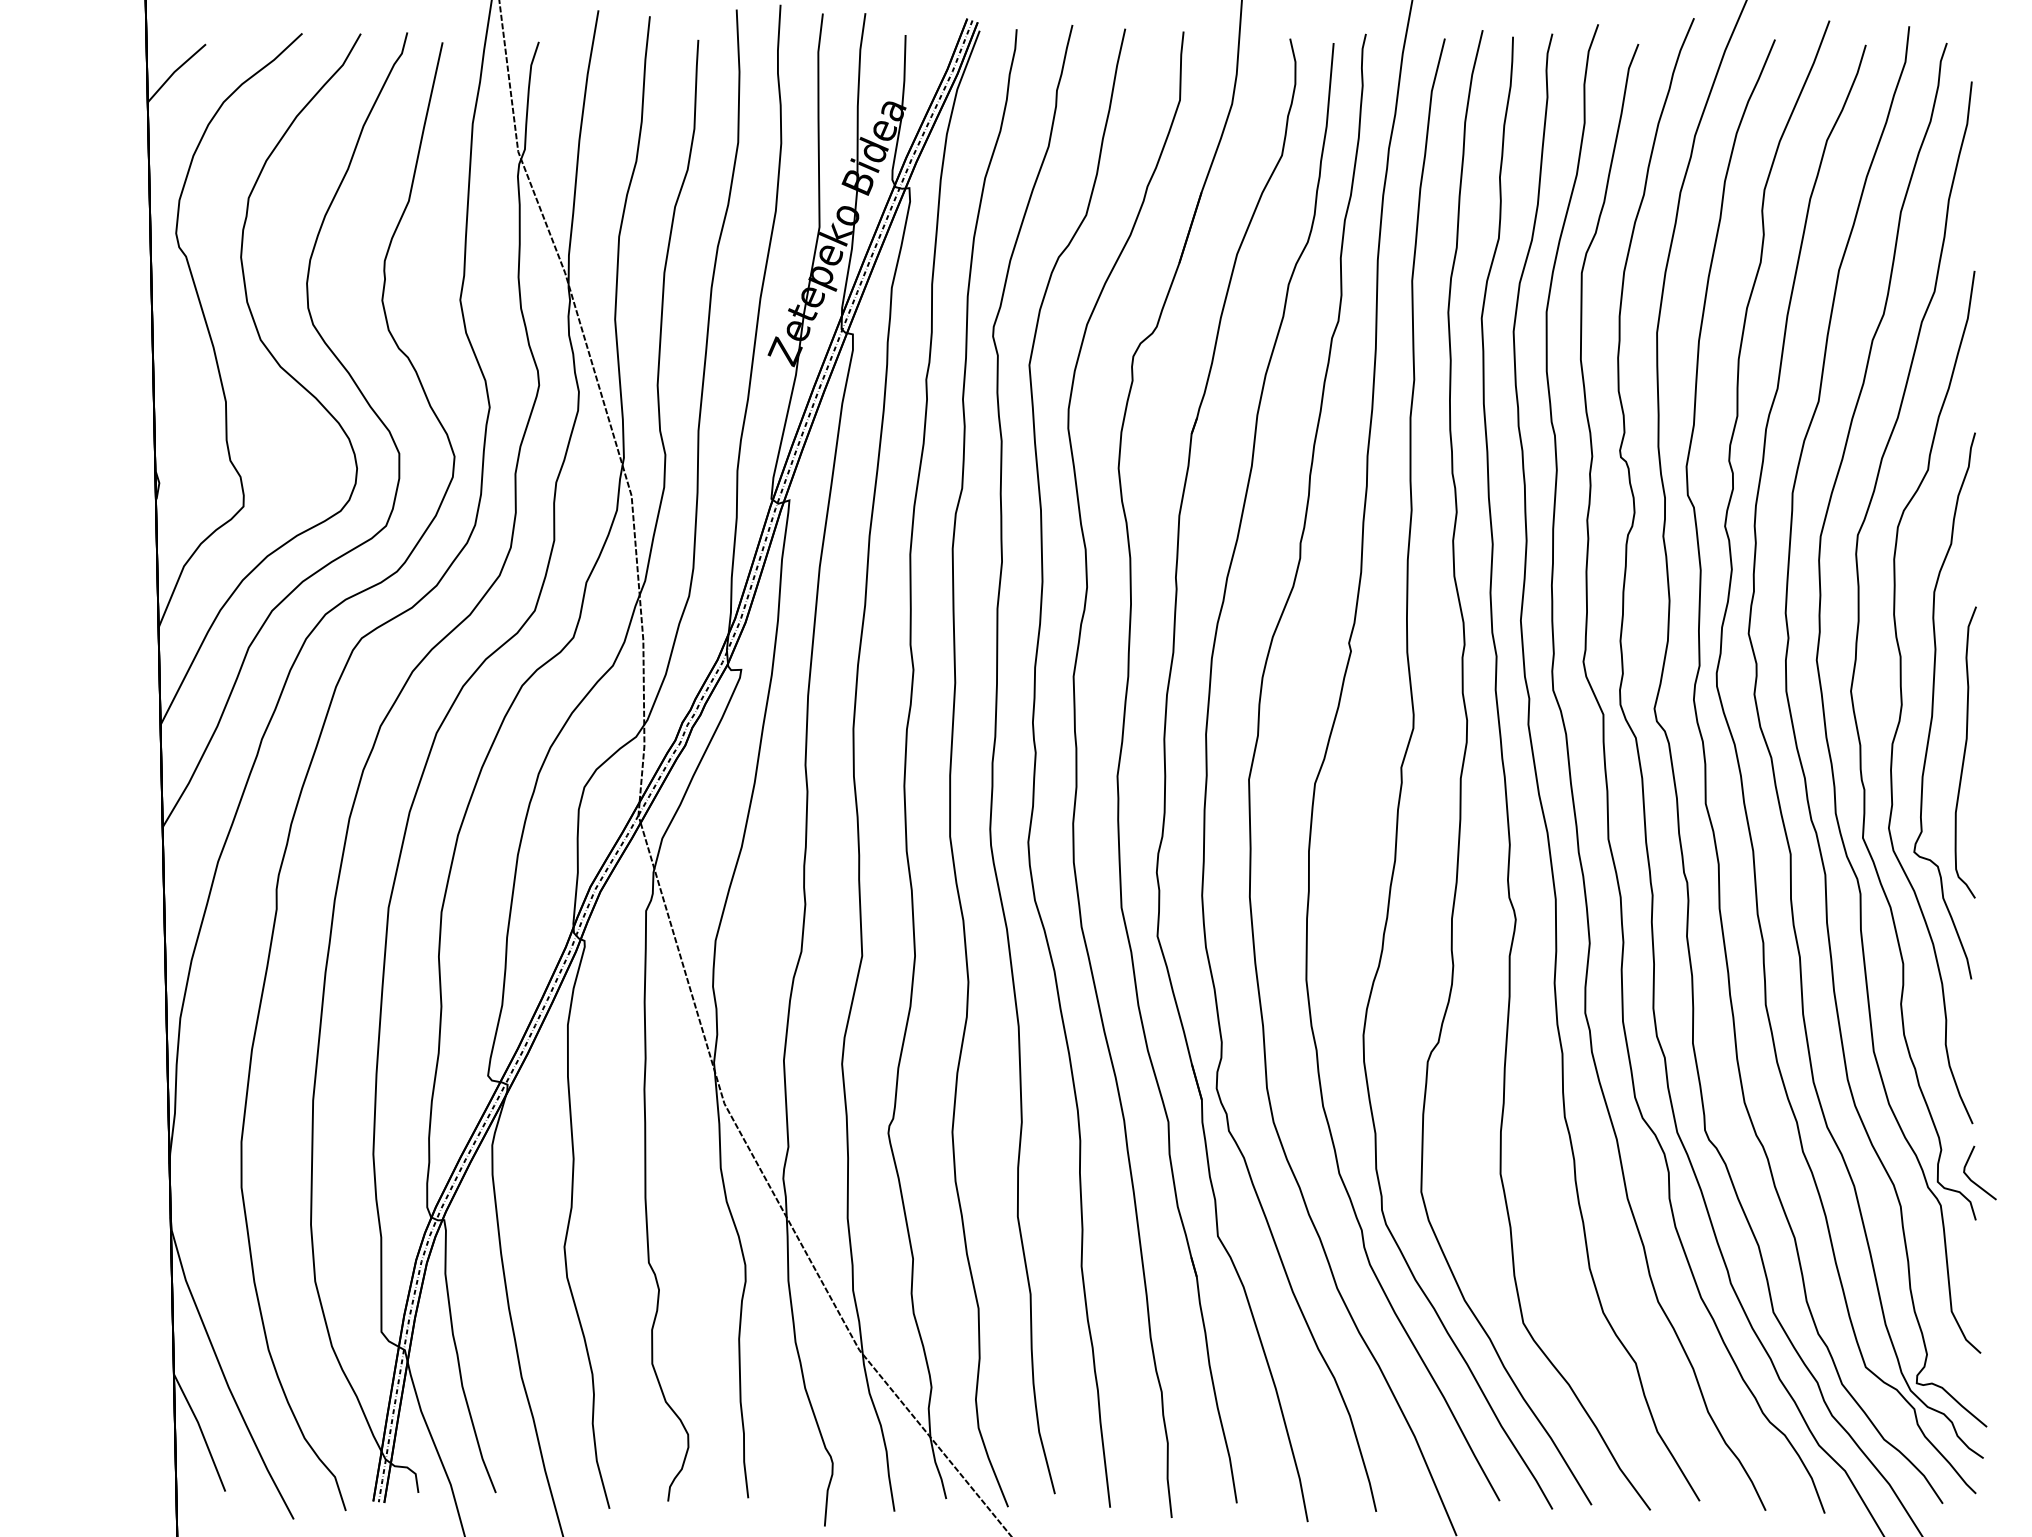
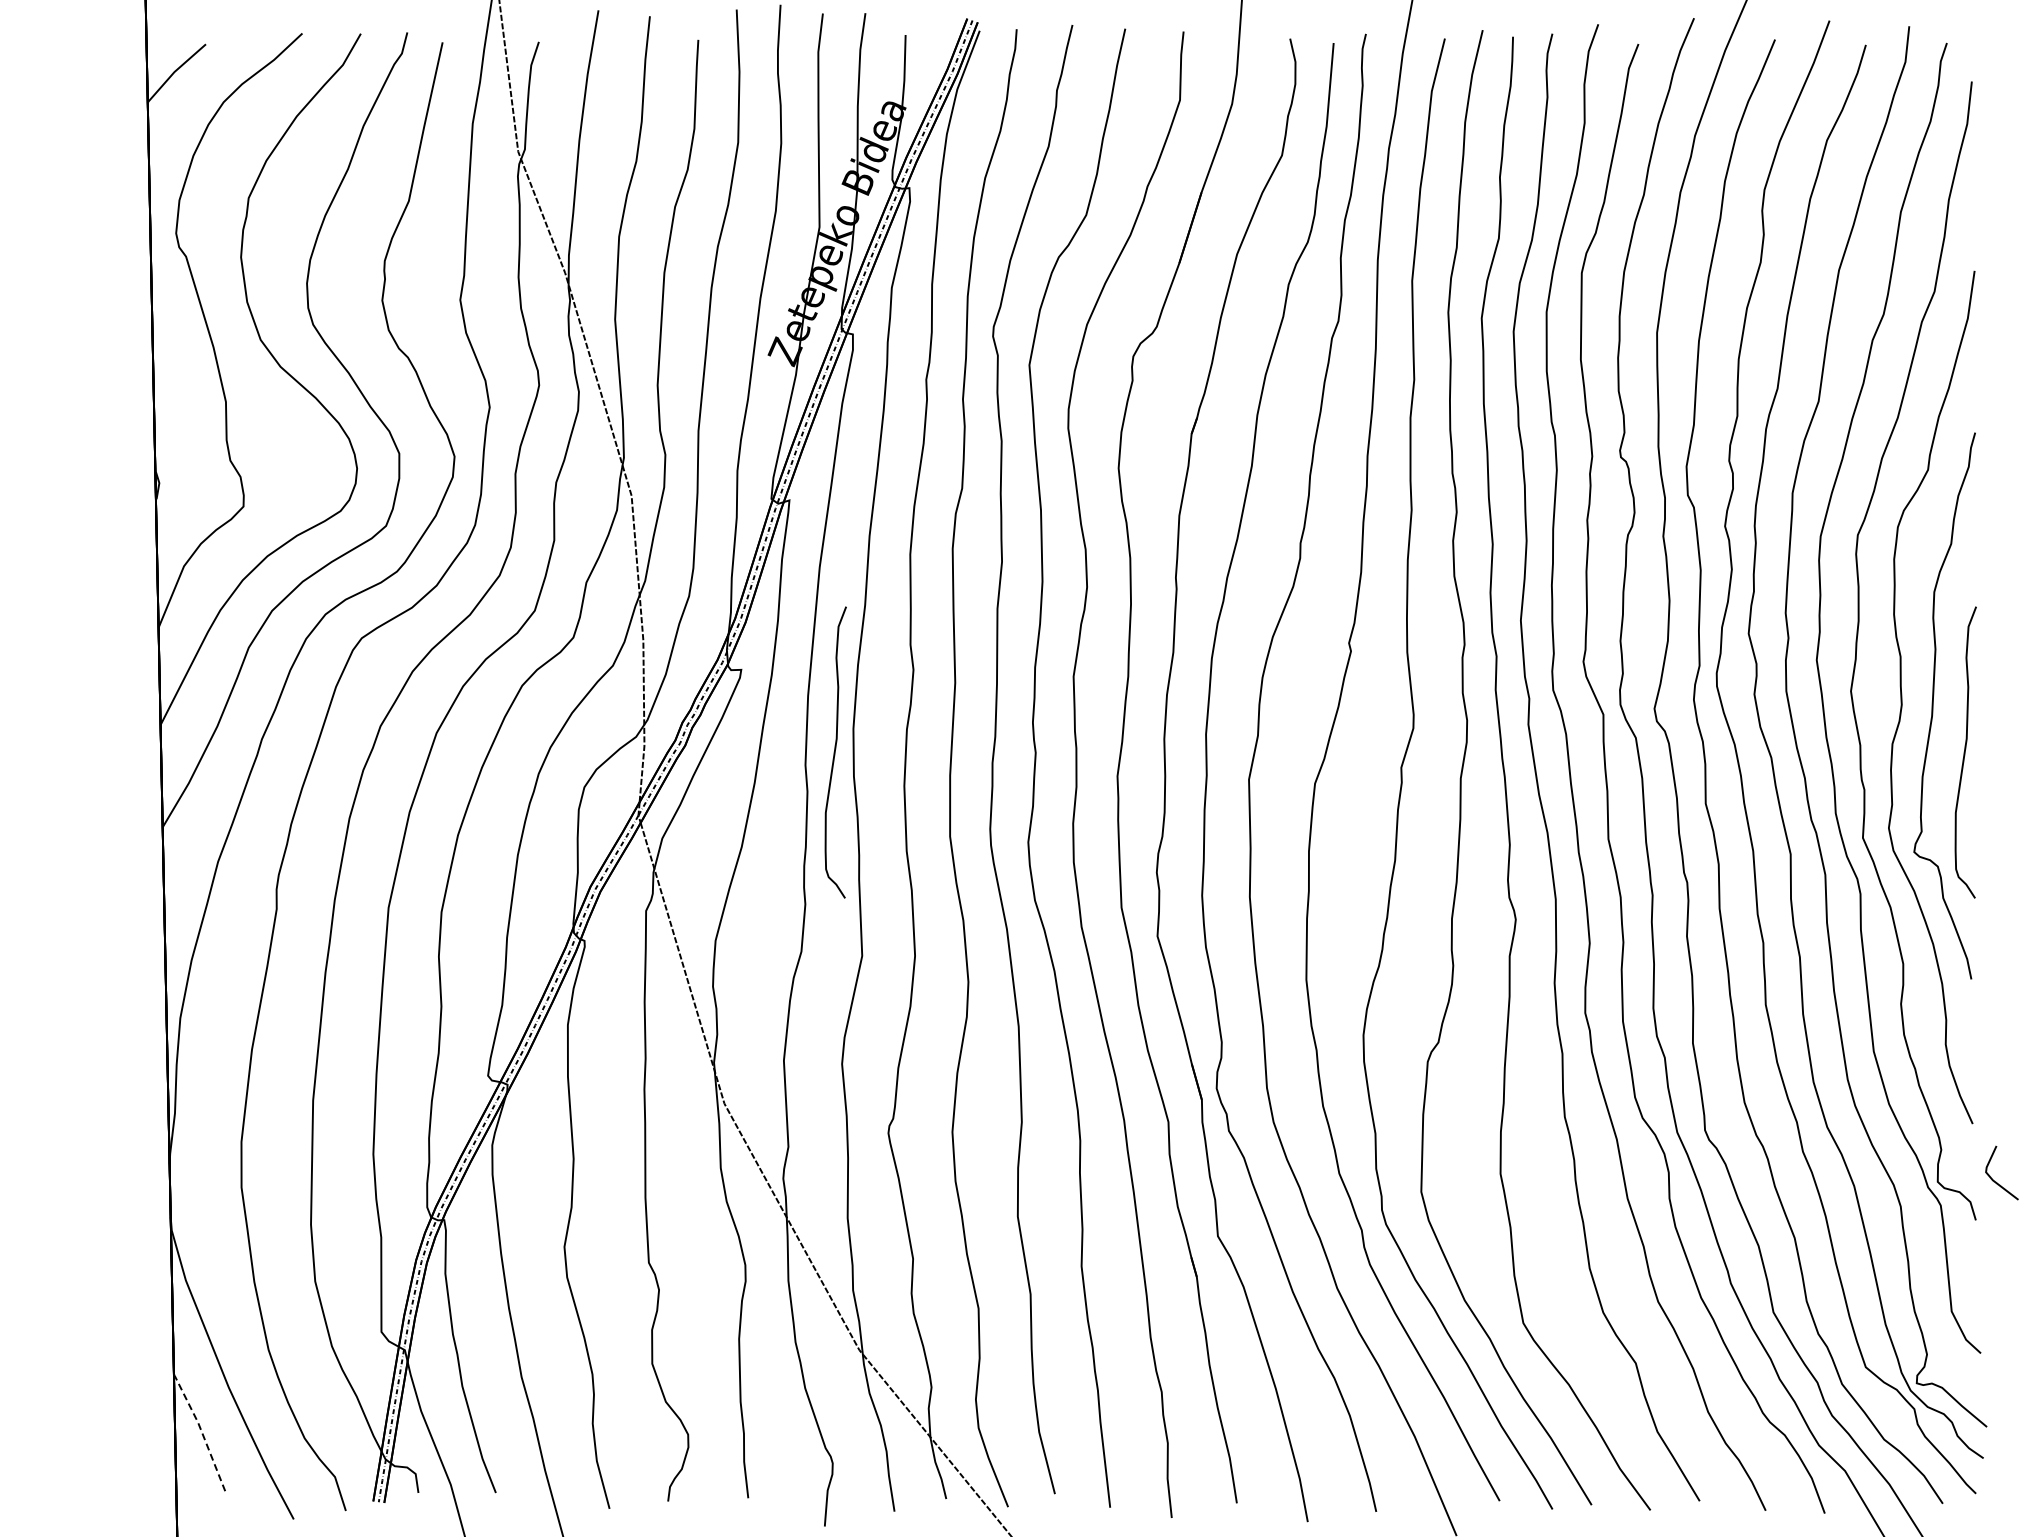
curve at (835, 752): none -> present
line at (1974, 1181) position: (1974, 1181) -> (1996, 1181)
line at (201, 1430): solid -> dashed
